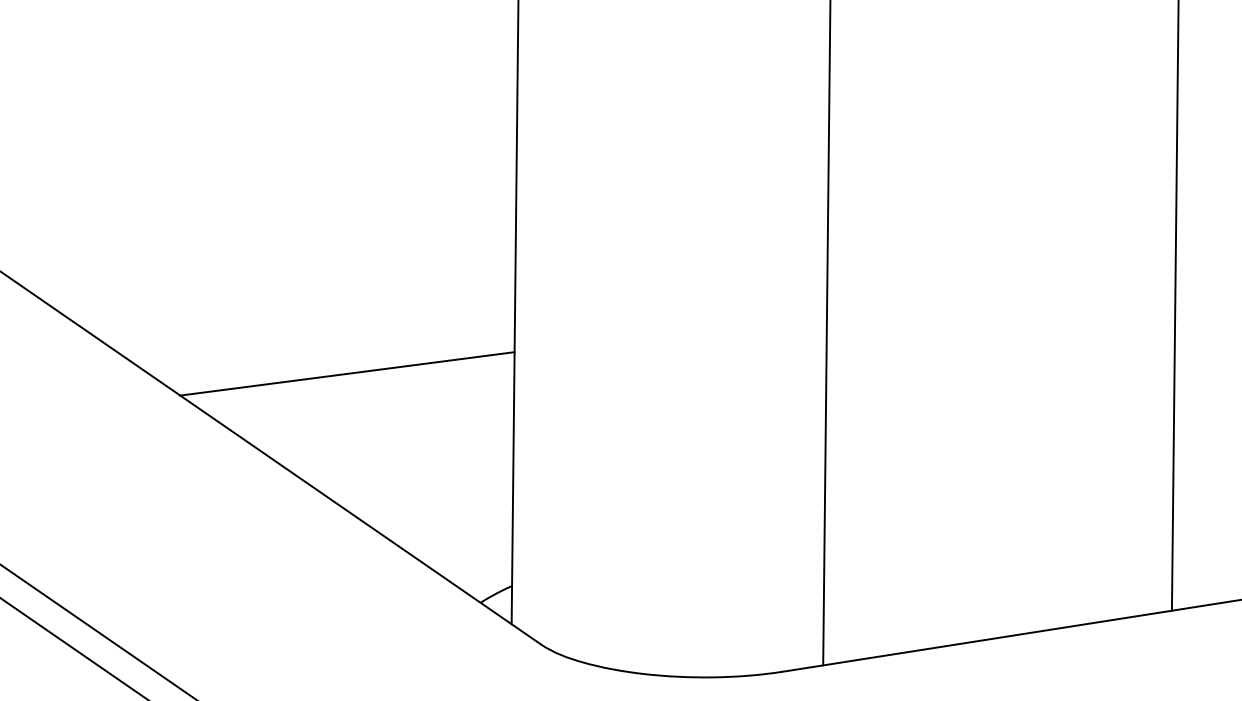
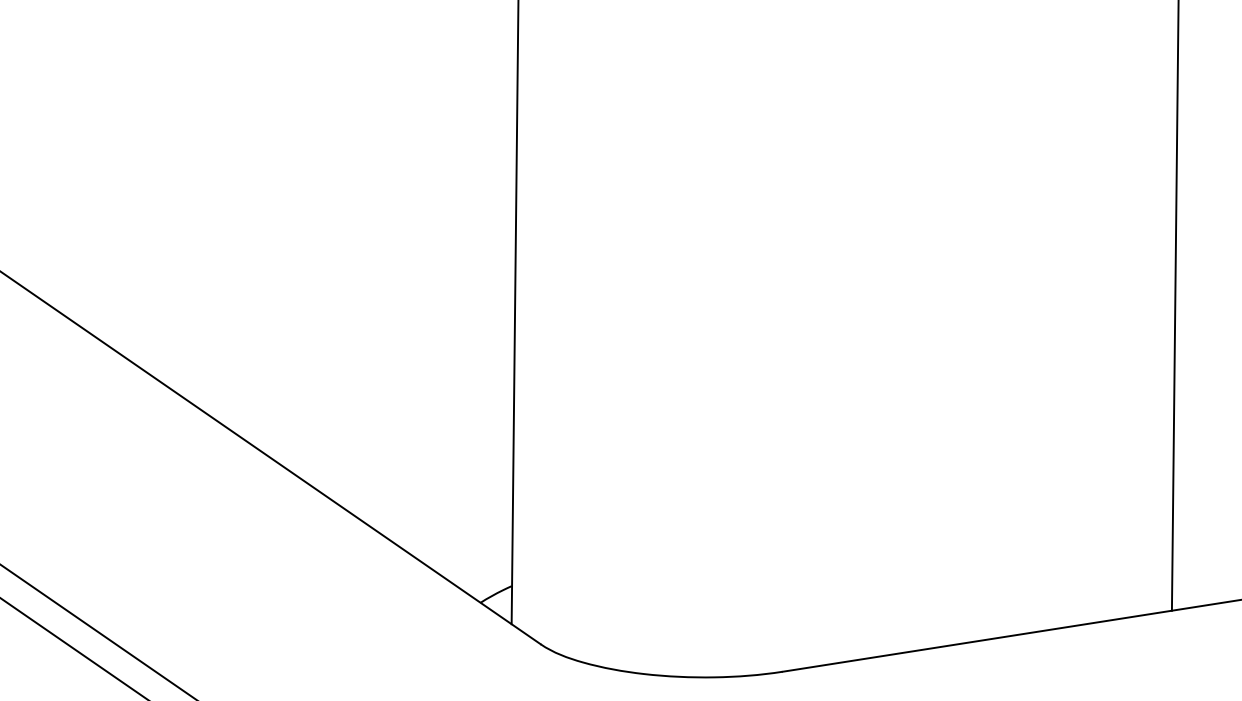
line at (826, 333): present -> none
line at (347, 373): present -> none
